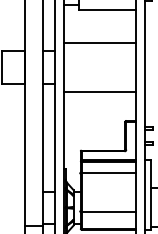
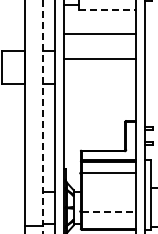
line at (107, 10): solid -> dashed
line at (99, 42) position: (99, 42) -> (99, 33)
line at (99, 92) position: (99, 92) -> (99, 59)
line at (42, 116): solid -> dashed
line at (109, 212): solid -> dashed
